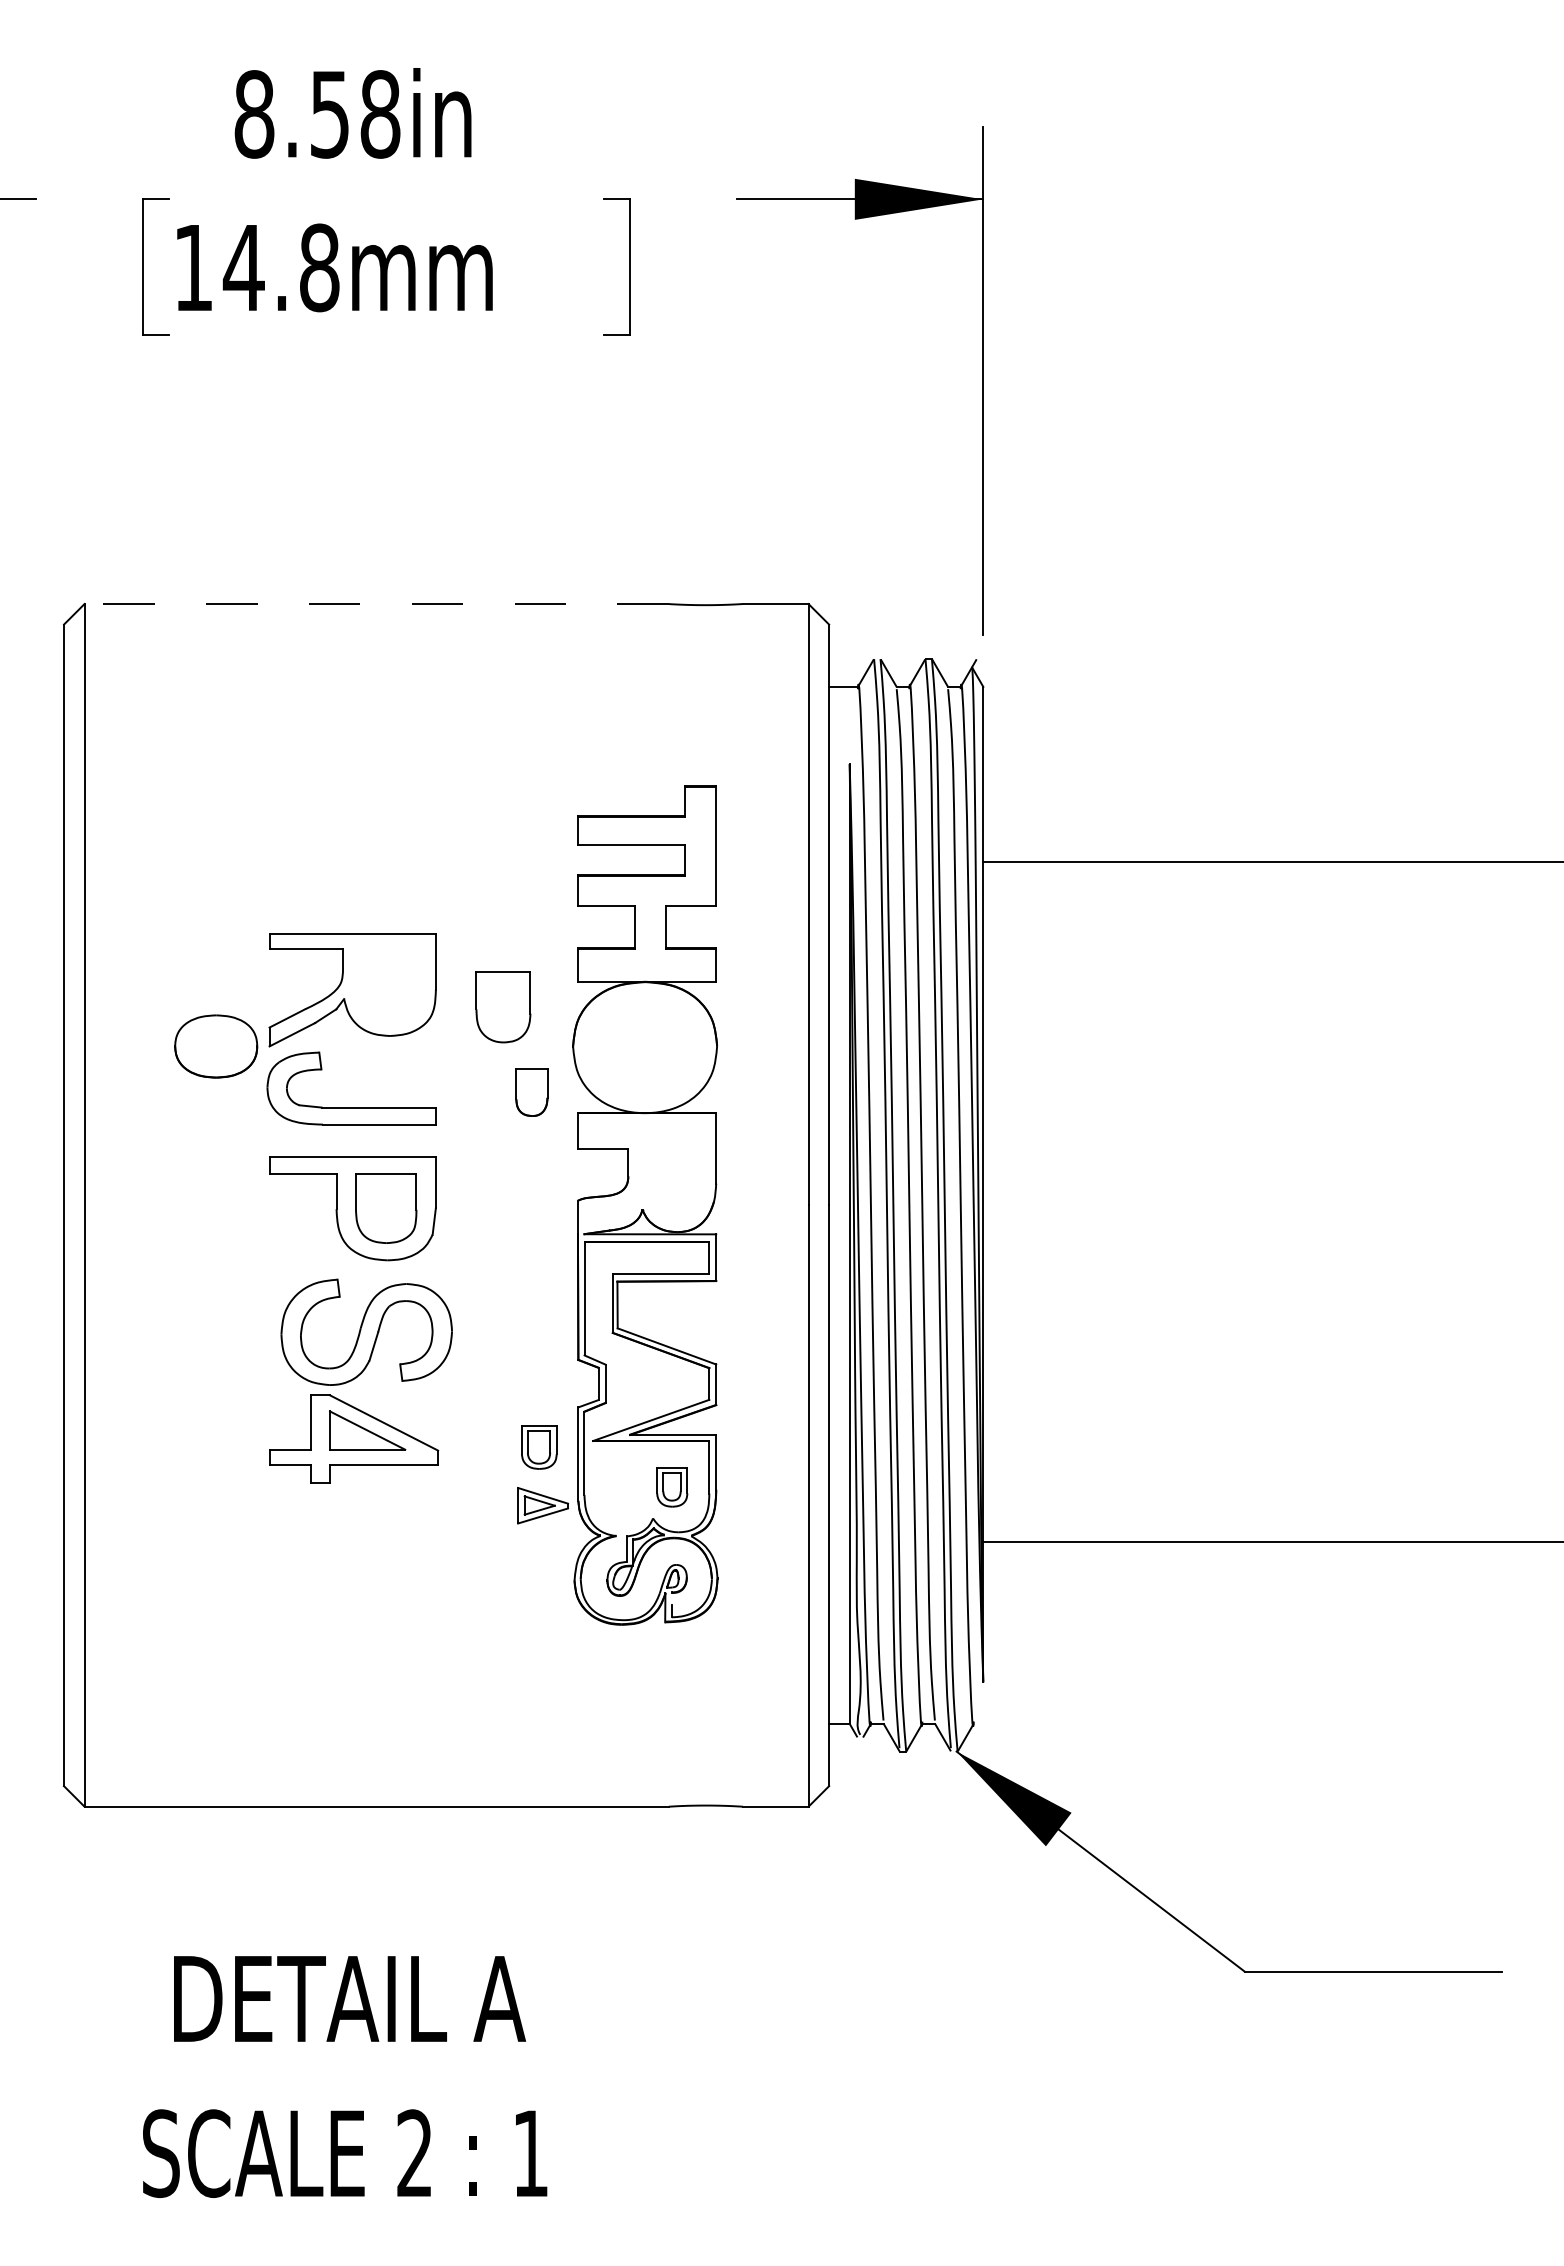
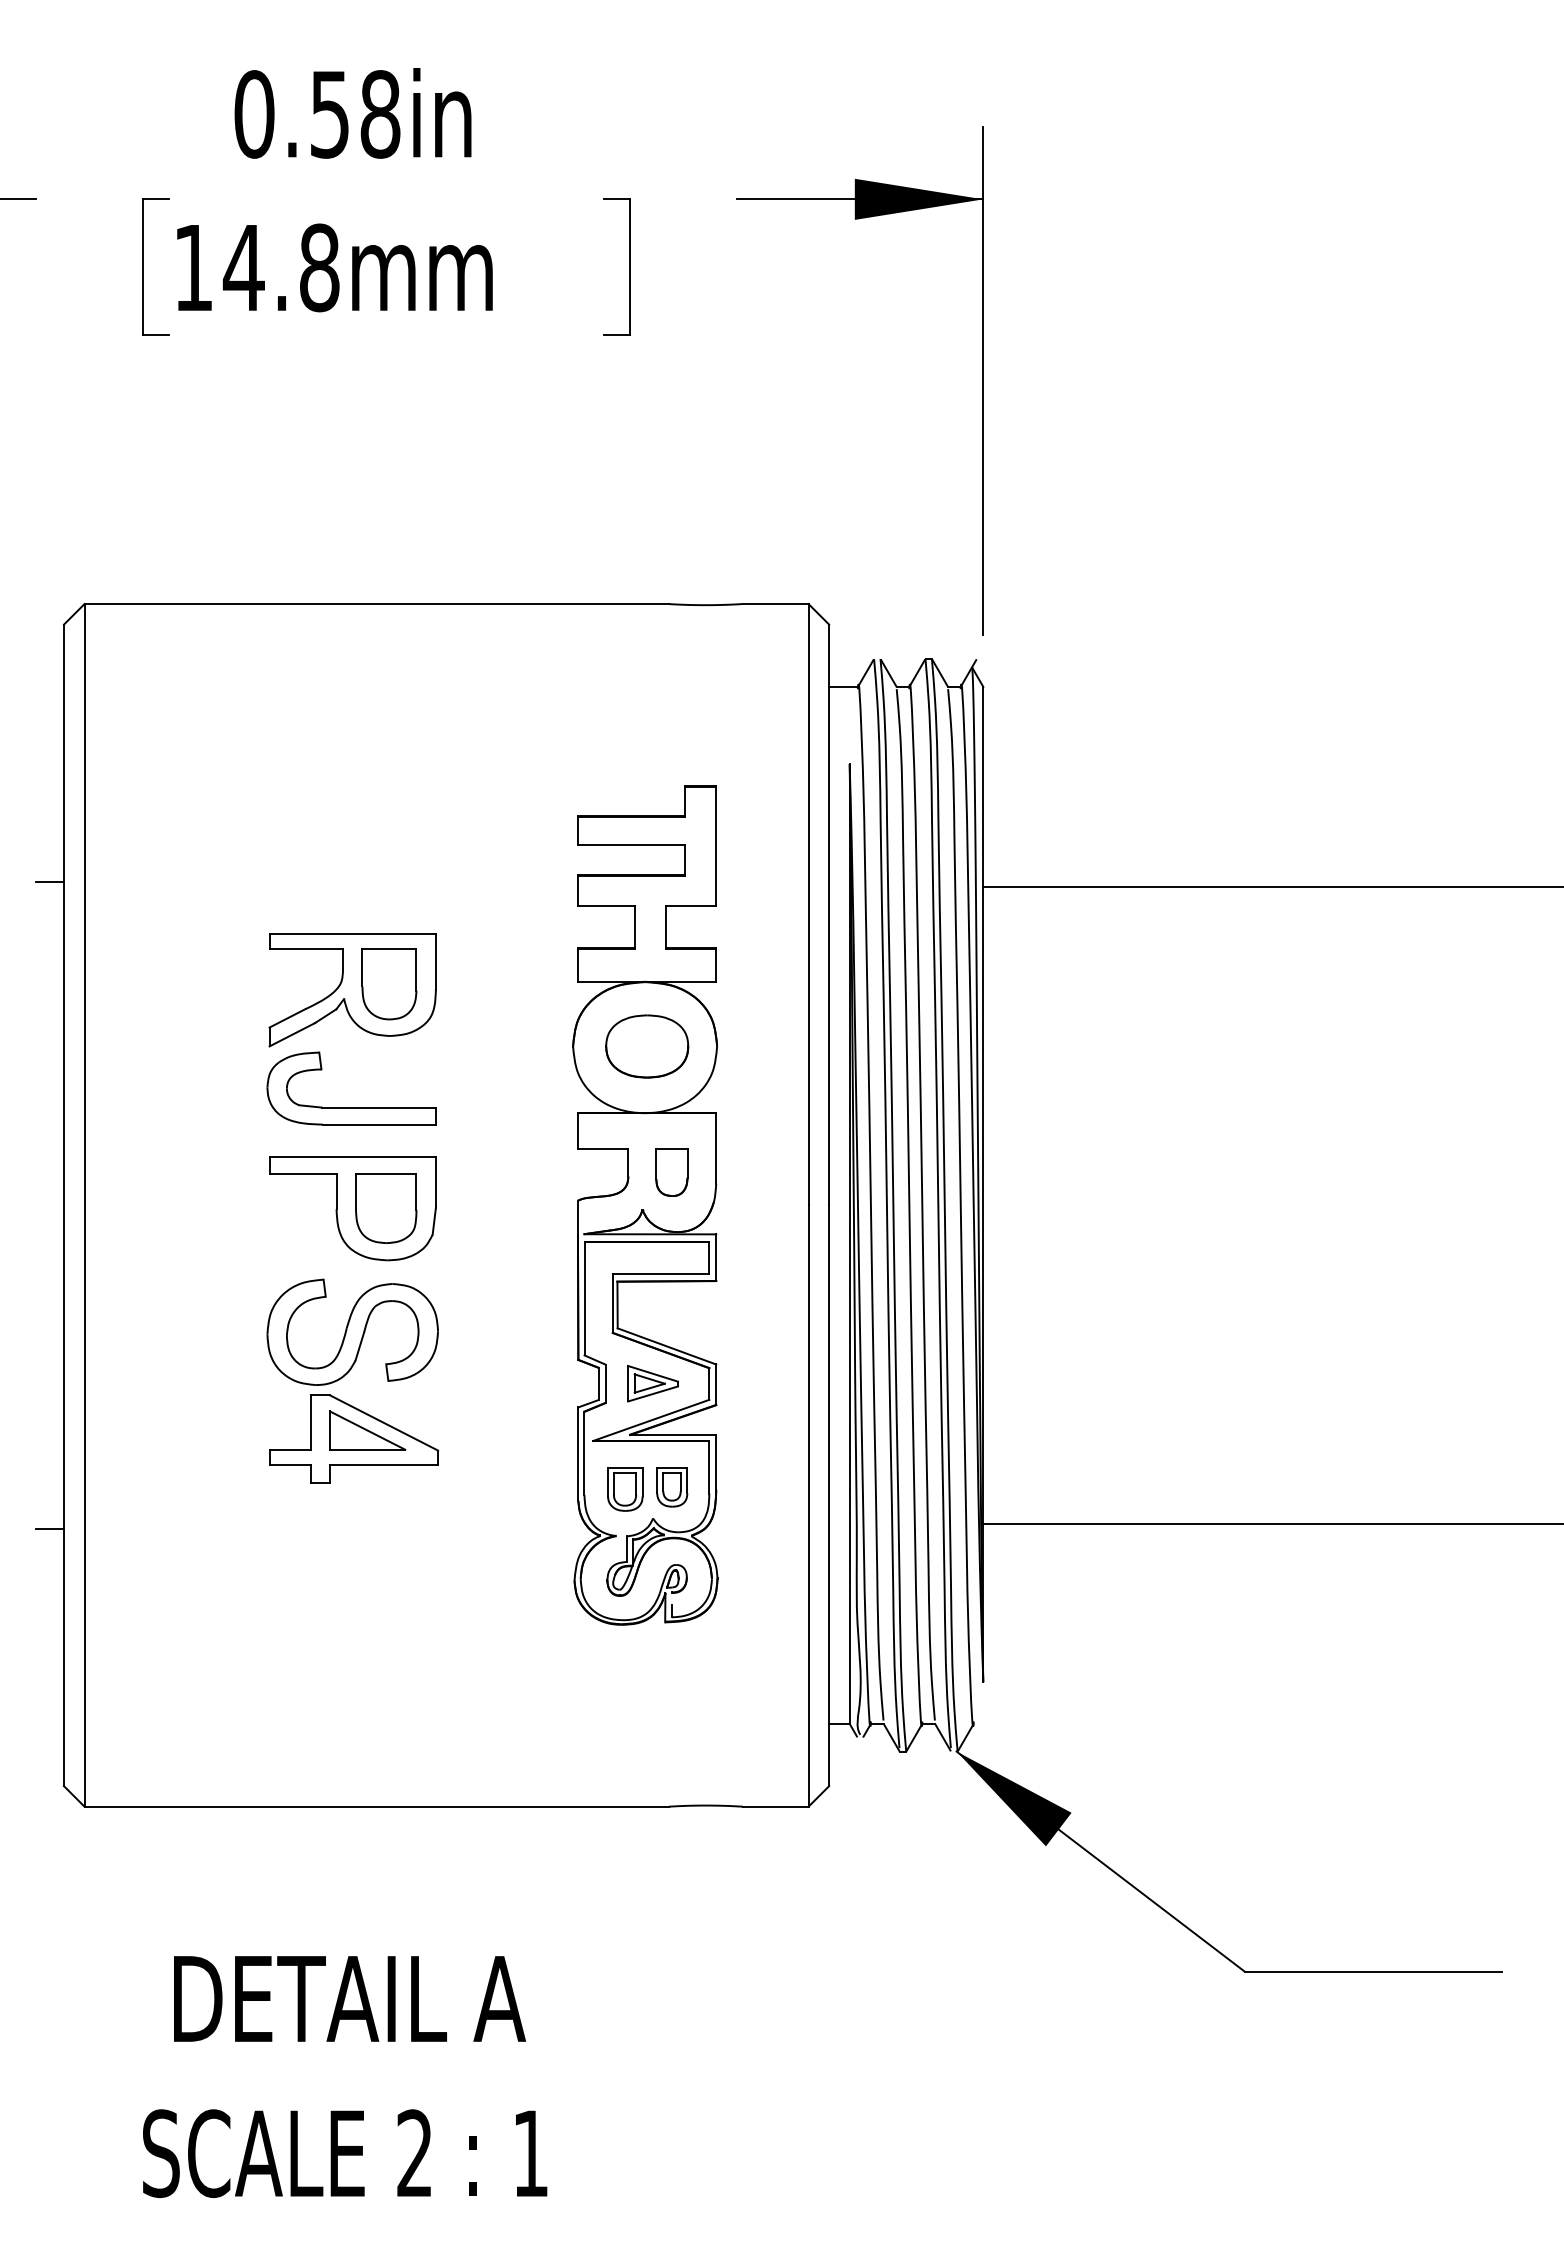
text at (254, 114): 8.58in -> 0.58in
line at (376, 604): dashed -> solid
line at (1271, 861) position: (1271, 861) -> (1271, 886)
line at (50, 881): none -> present
part at (503, 1007) position: (503, 1007) -> (389, 984)
part at (216, 1046) position: (216, 1046) -> (647, 1046)
part at (531, 1092) position: (531, 1092) -> (671, 1172)
part at (366, 1331) position: (366, 1331) -> (352, 1331)
part at (539, 1447) position: (539, 1447) -> (625, 1489)
part at (542, 1505) position: (542, 1505) -> (652, 1383)
line at (50, 1529): none -> present
line at (1271, 1542) position: (1271, 1542) -> (1271, 1524)
